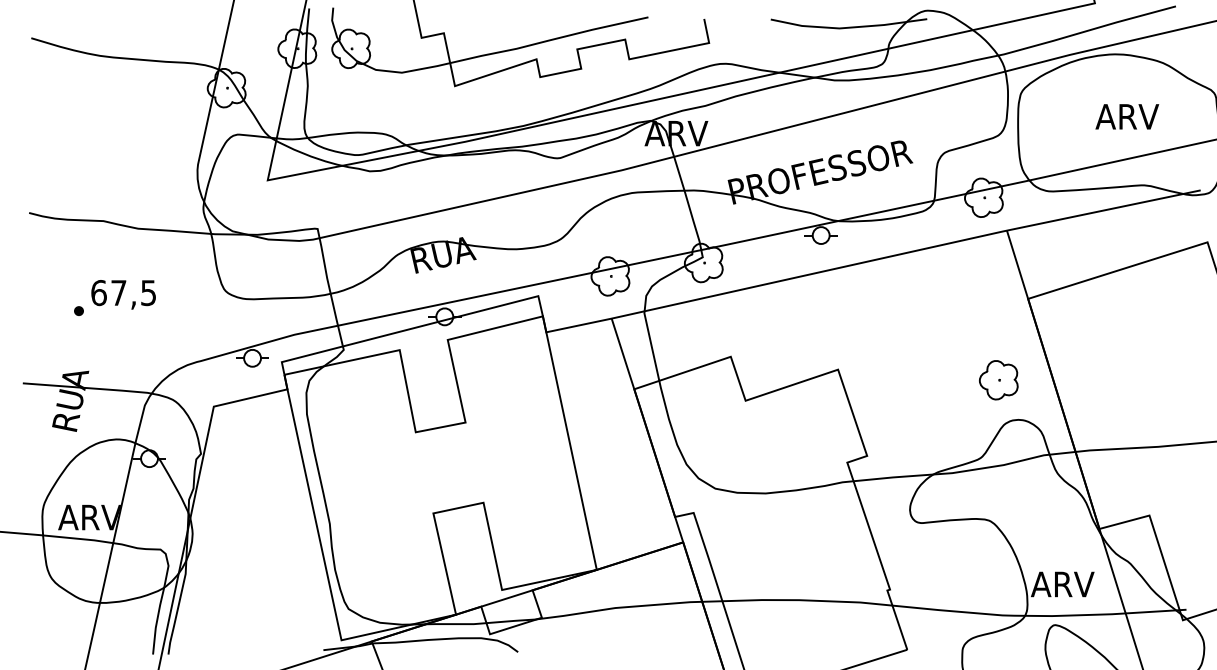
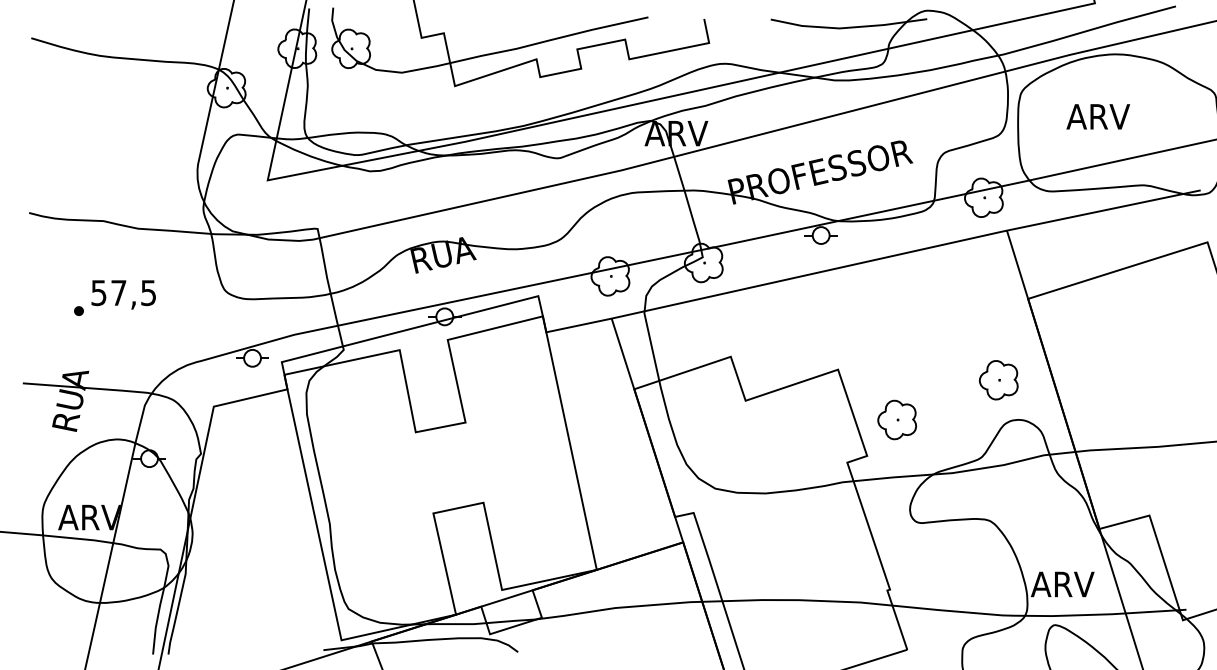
text at (1127, 116) position: (1127, 116) -> (1098, 116)
text at (98, 293): 67,5 -> 57,5
part at (897, 419): none -> present
